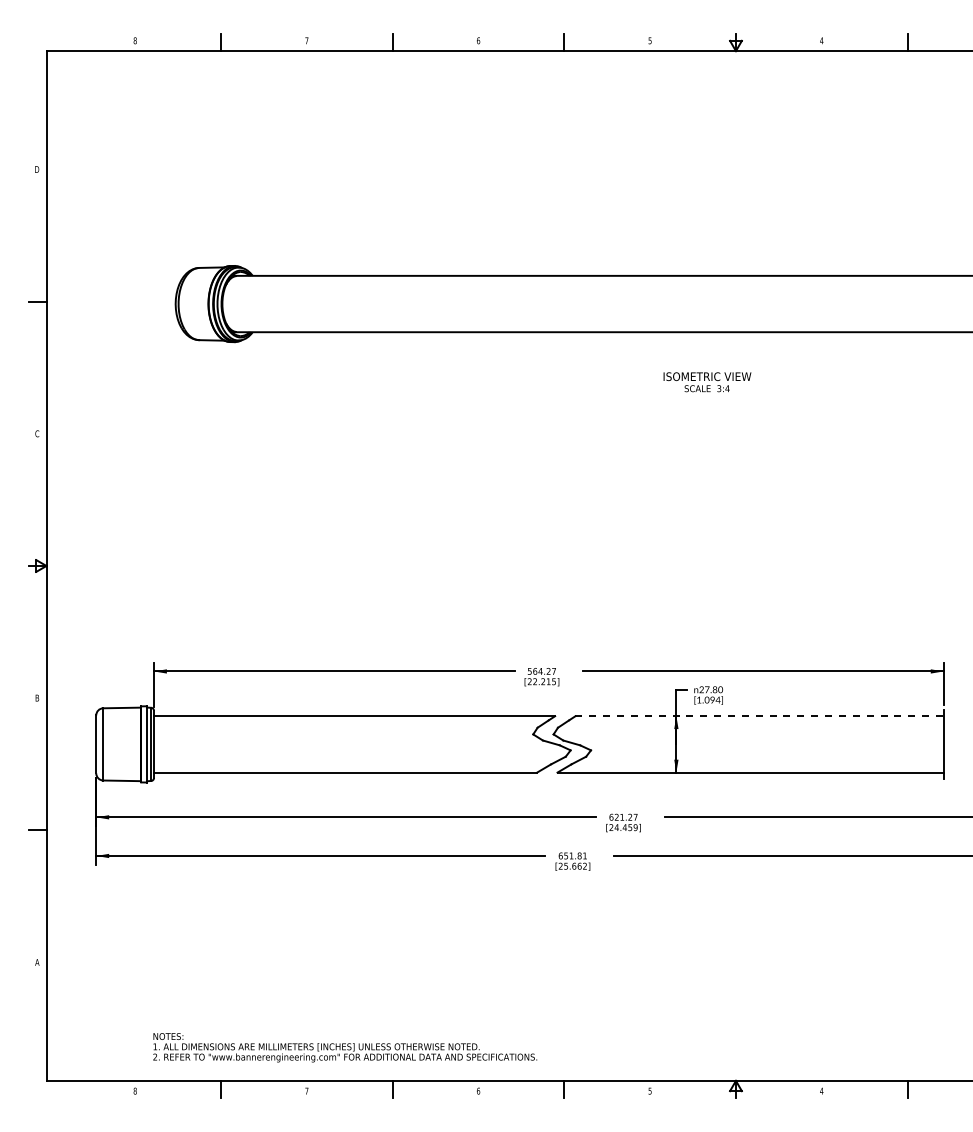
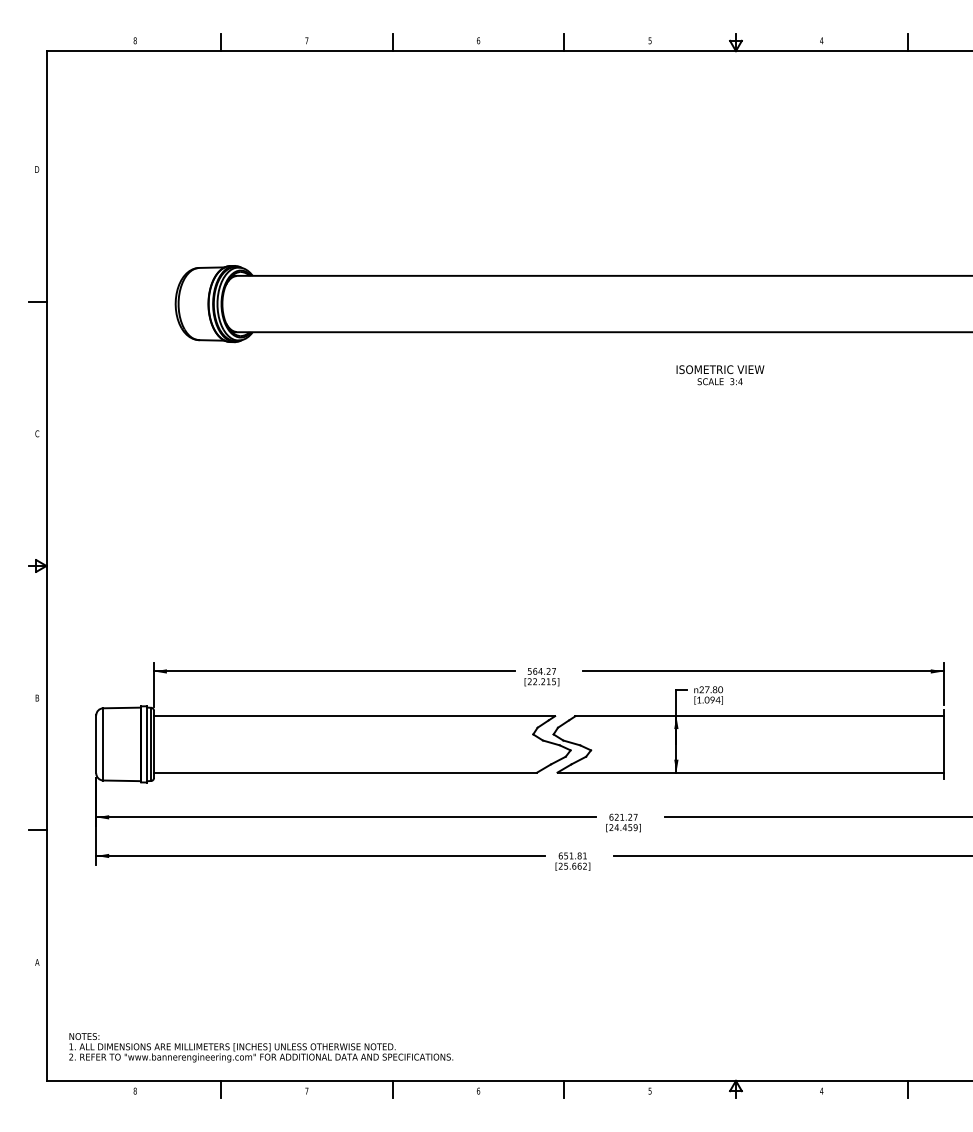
text at (707, 382) position: (707, 382) -> (720, 375)
line at (760, 716): dashed -> solid
text at (345, 1047) position: (345, 1047) -> (261, 1047)
